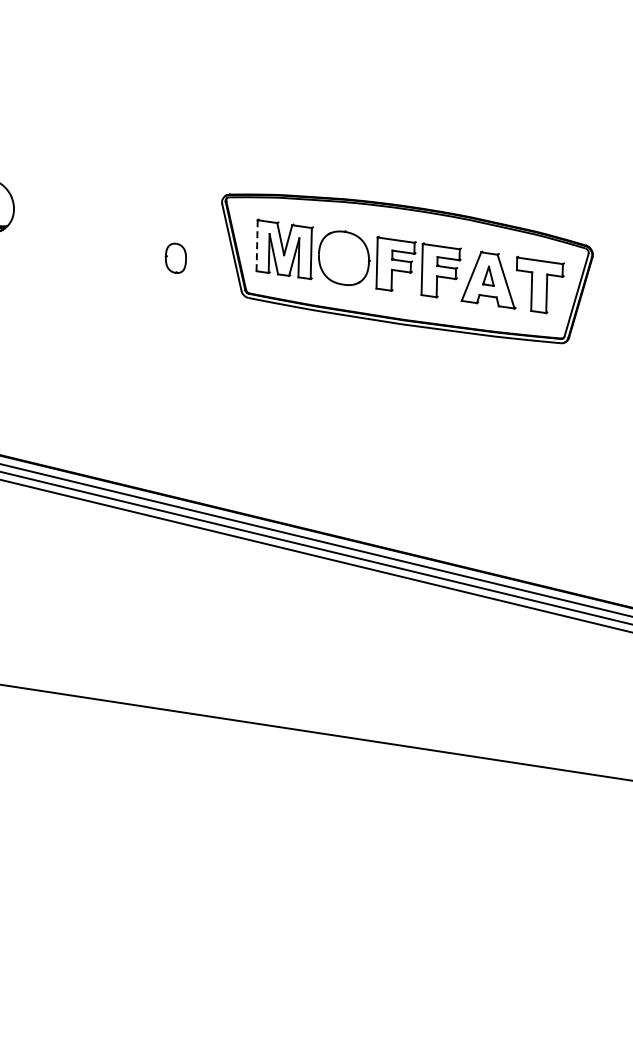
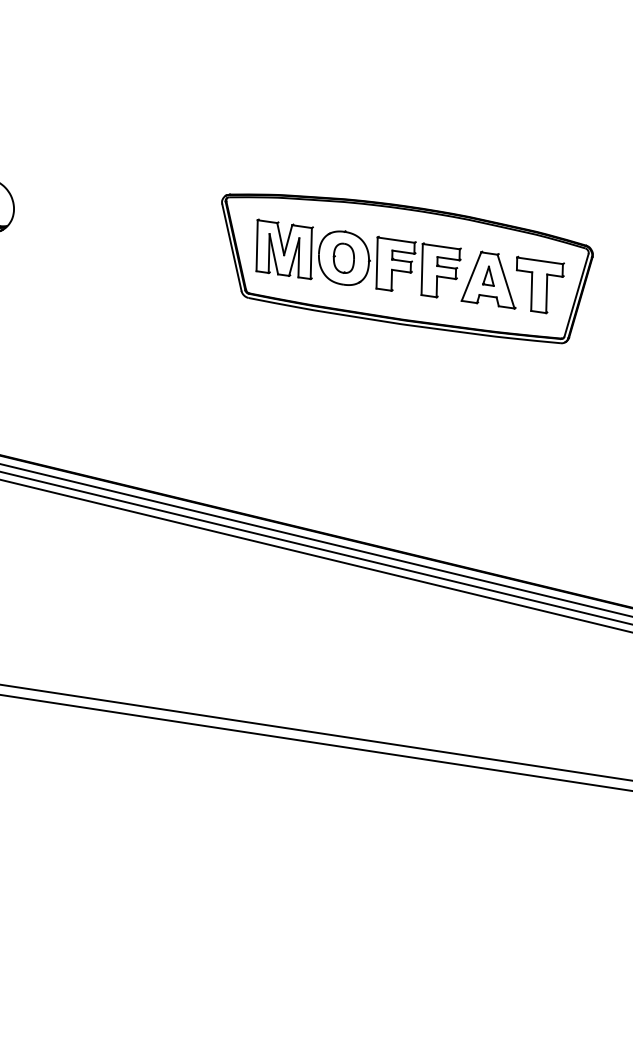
line at (257, 245): dashed -> solid
part at (175, 257) position: (175, 257) -> (343, 257)
line at (315, 742): none -> present
